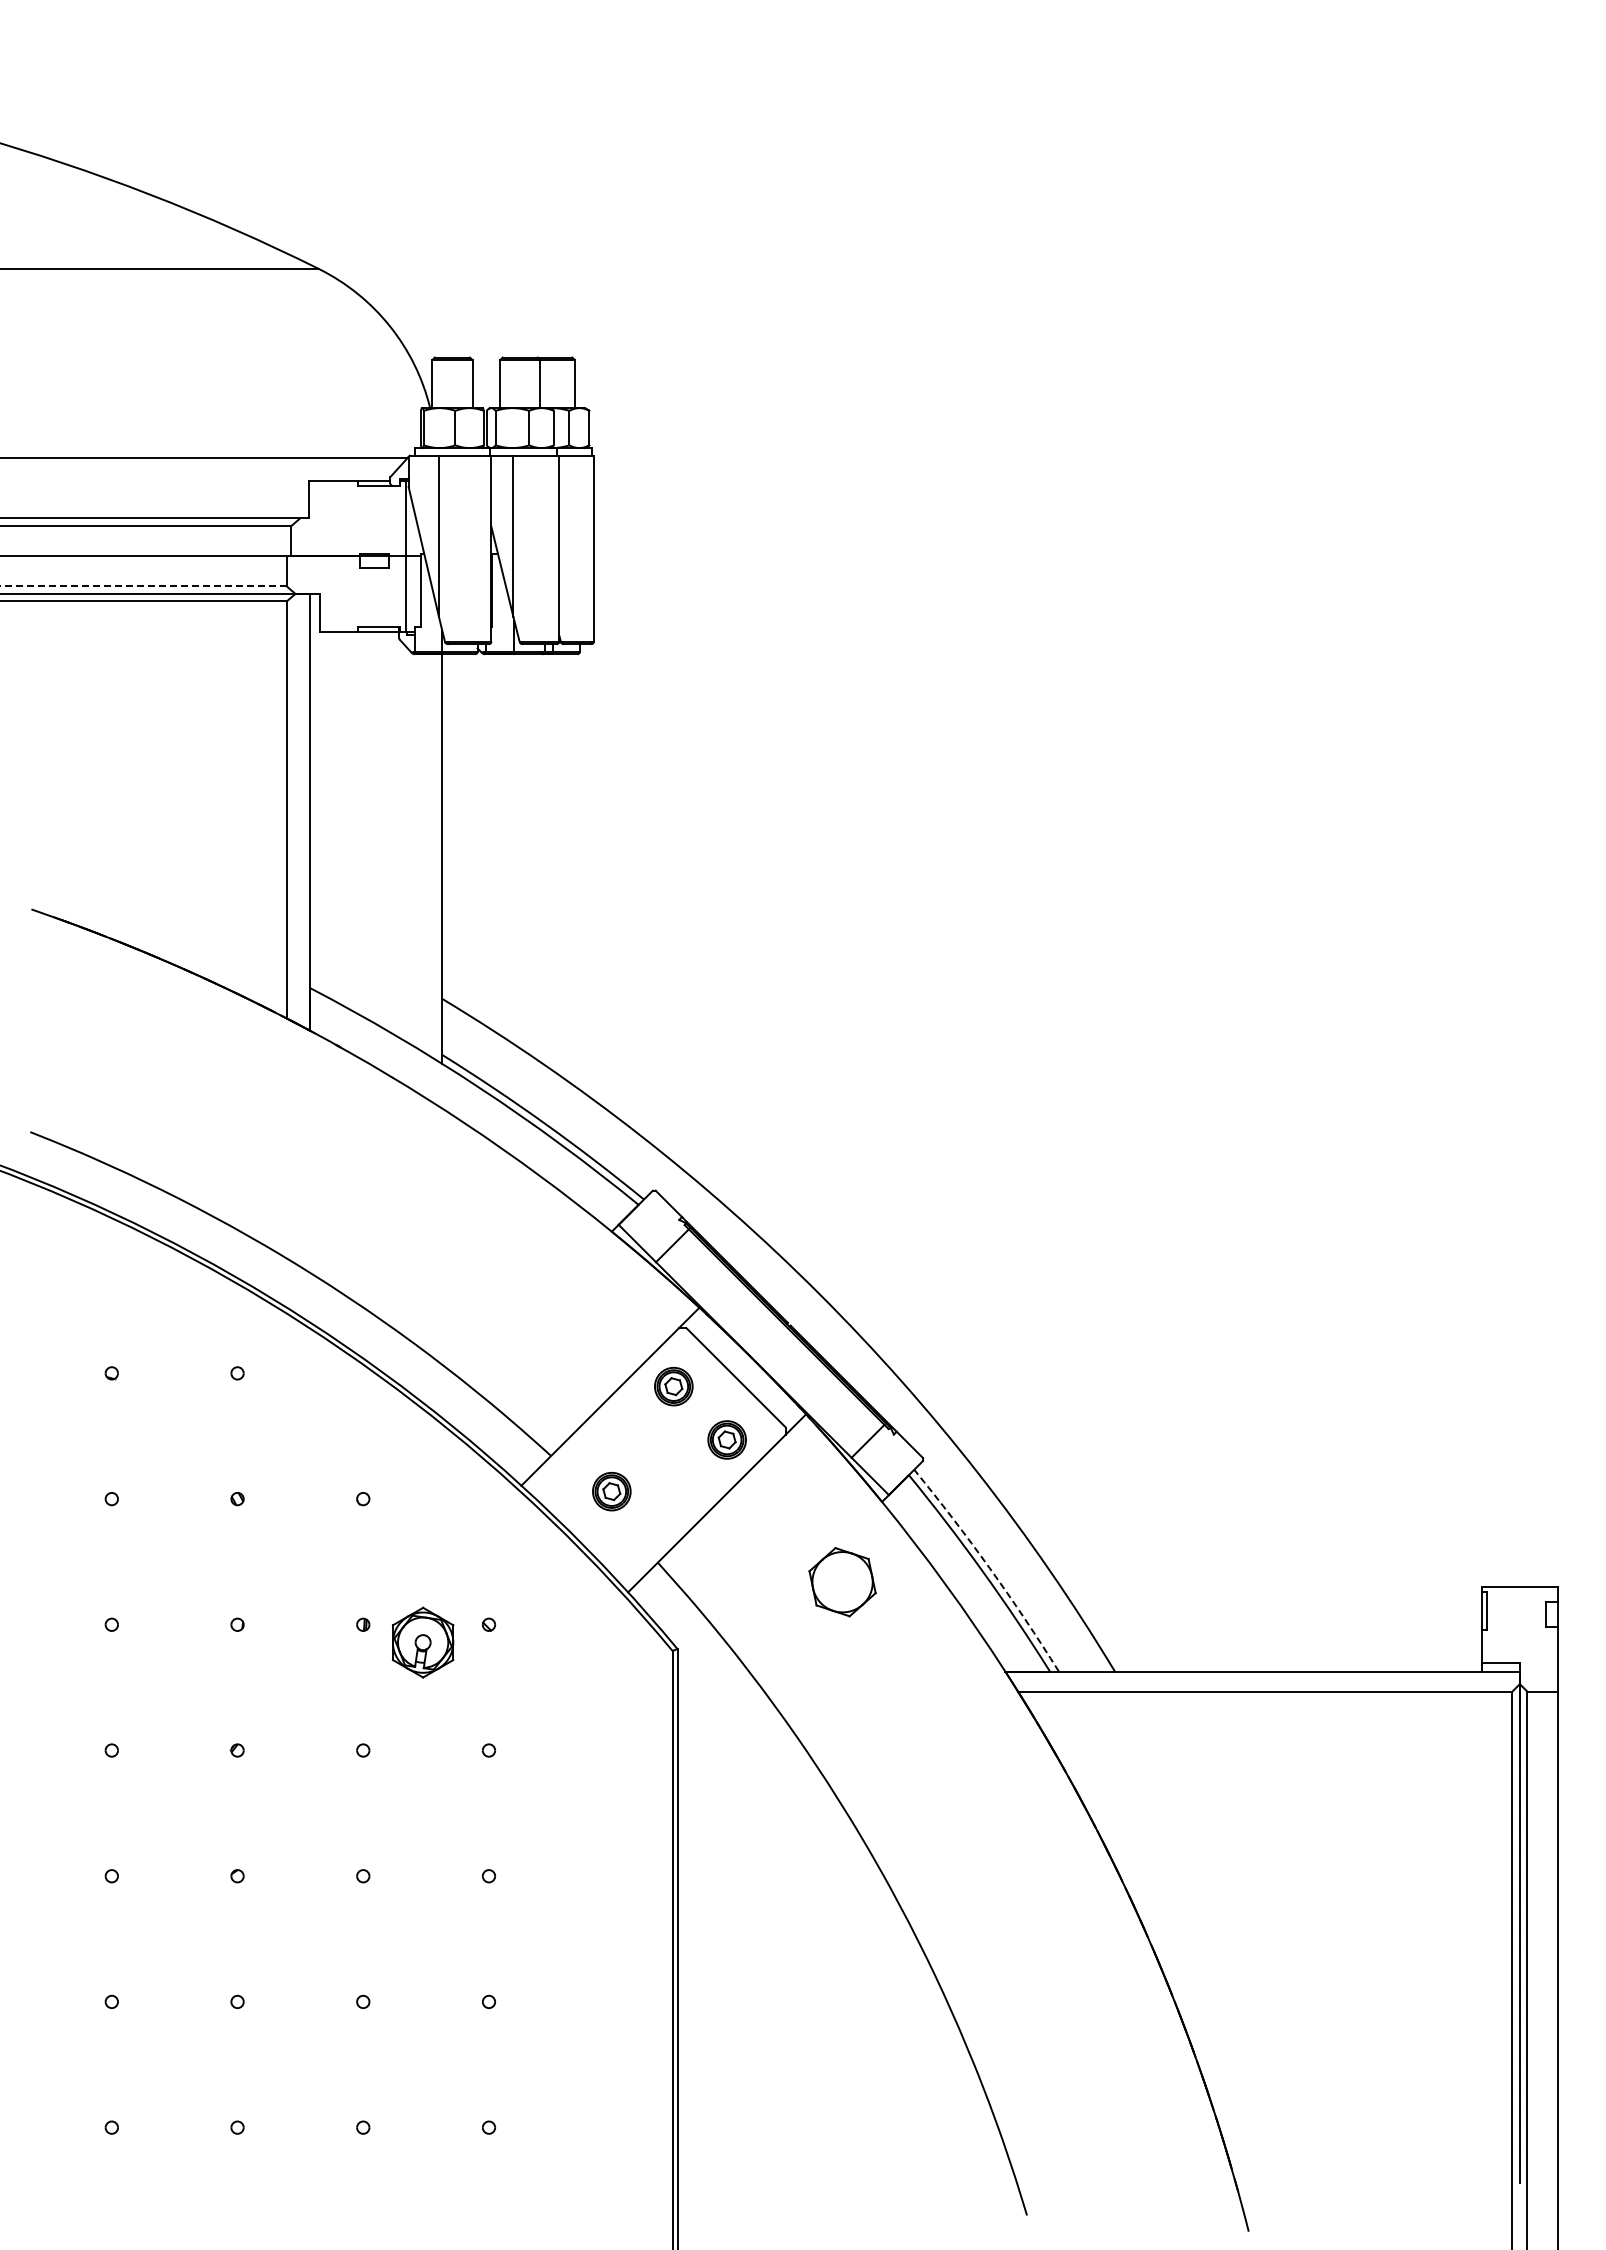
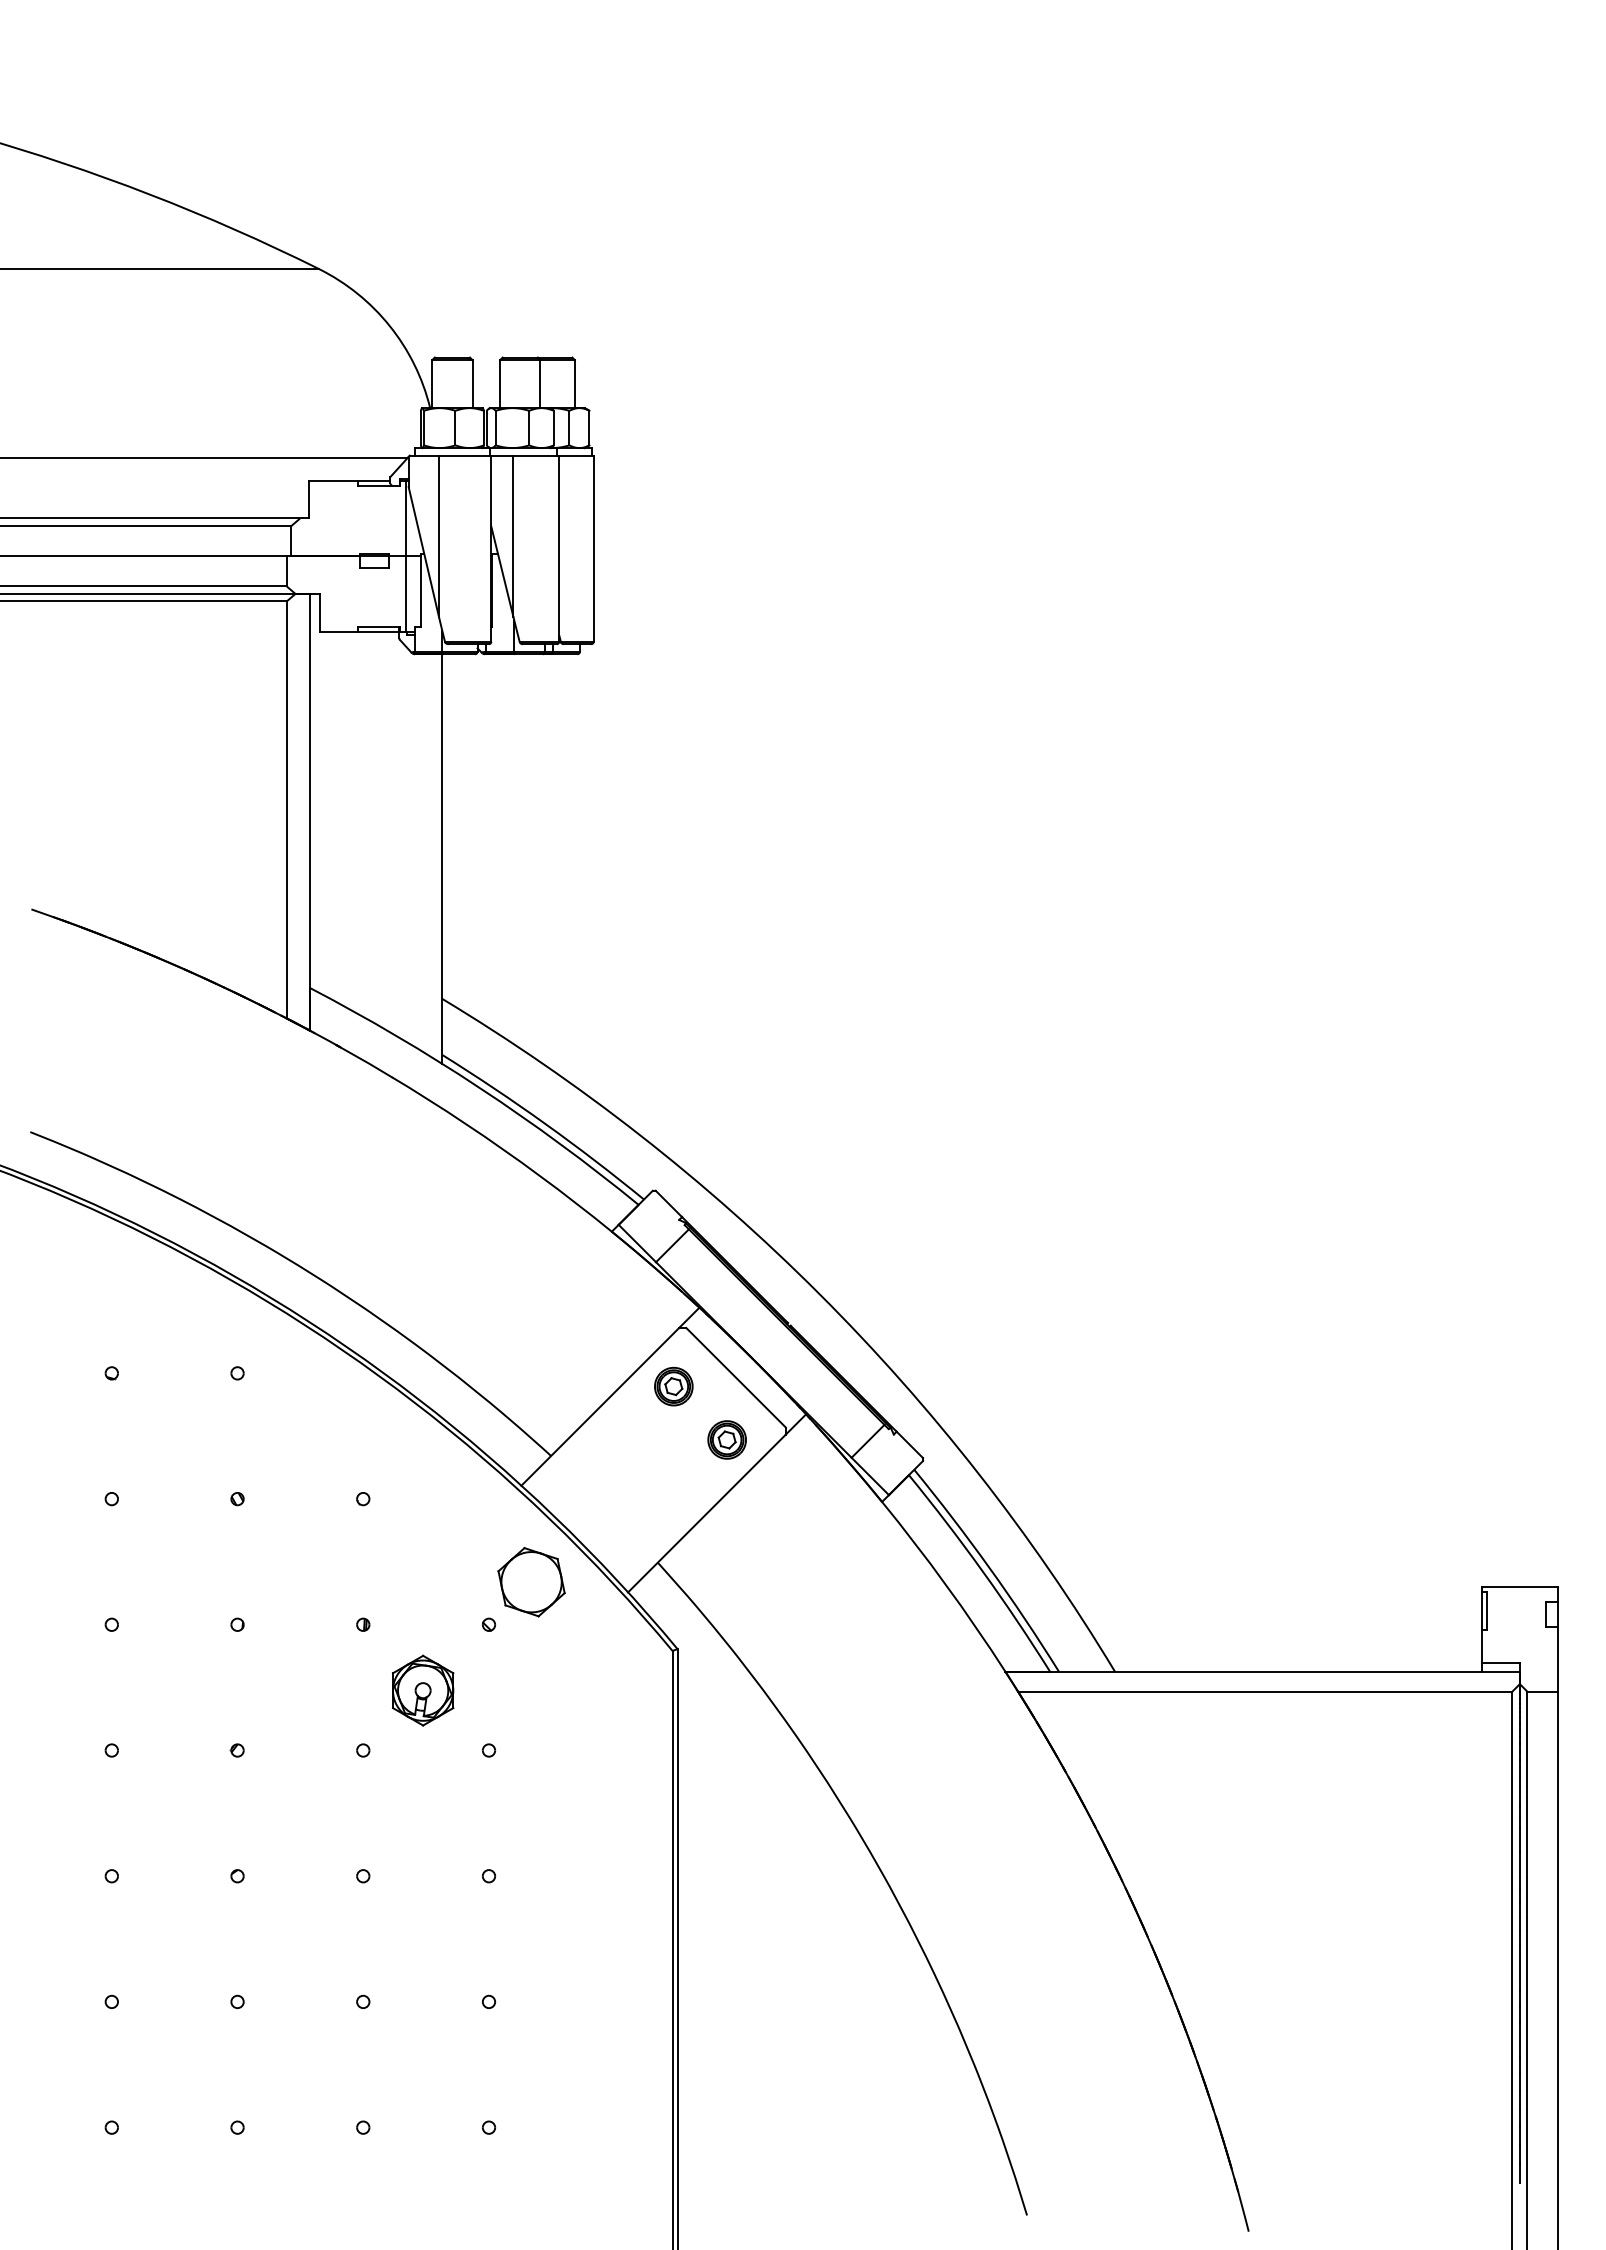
line at (143, 586): dashed -> solid
part at (611, 1491): present -> none
arc at (989, 1568): dashed -> solid
part at (842, 1582) position: (842, 1582) -> (531, 1582)
part at (422, 1642) position: (422, 1642) -> (422, 1690)
